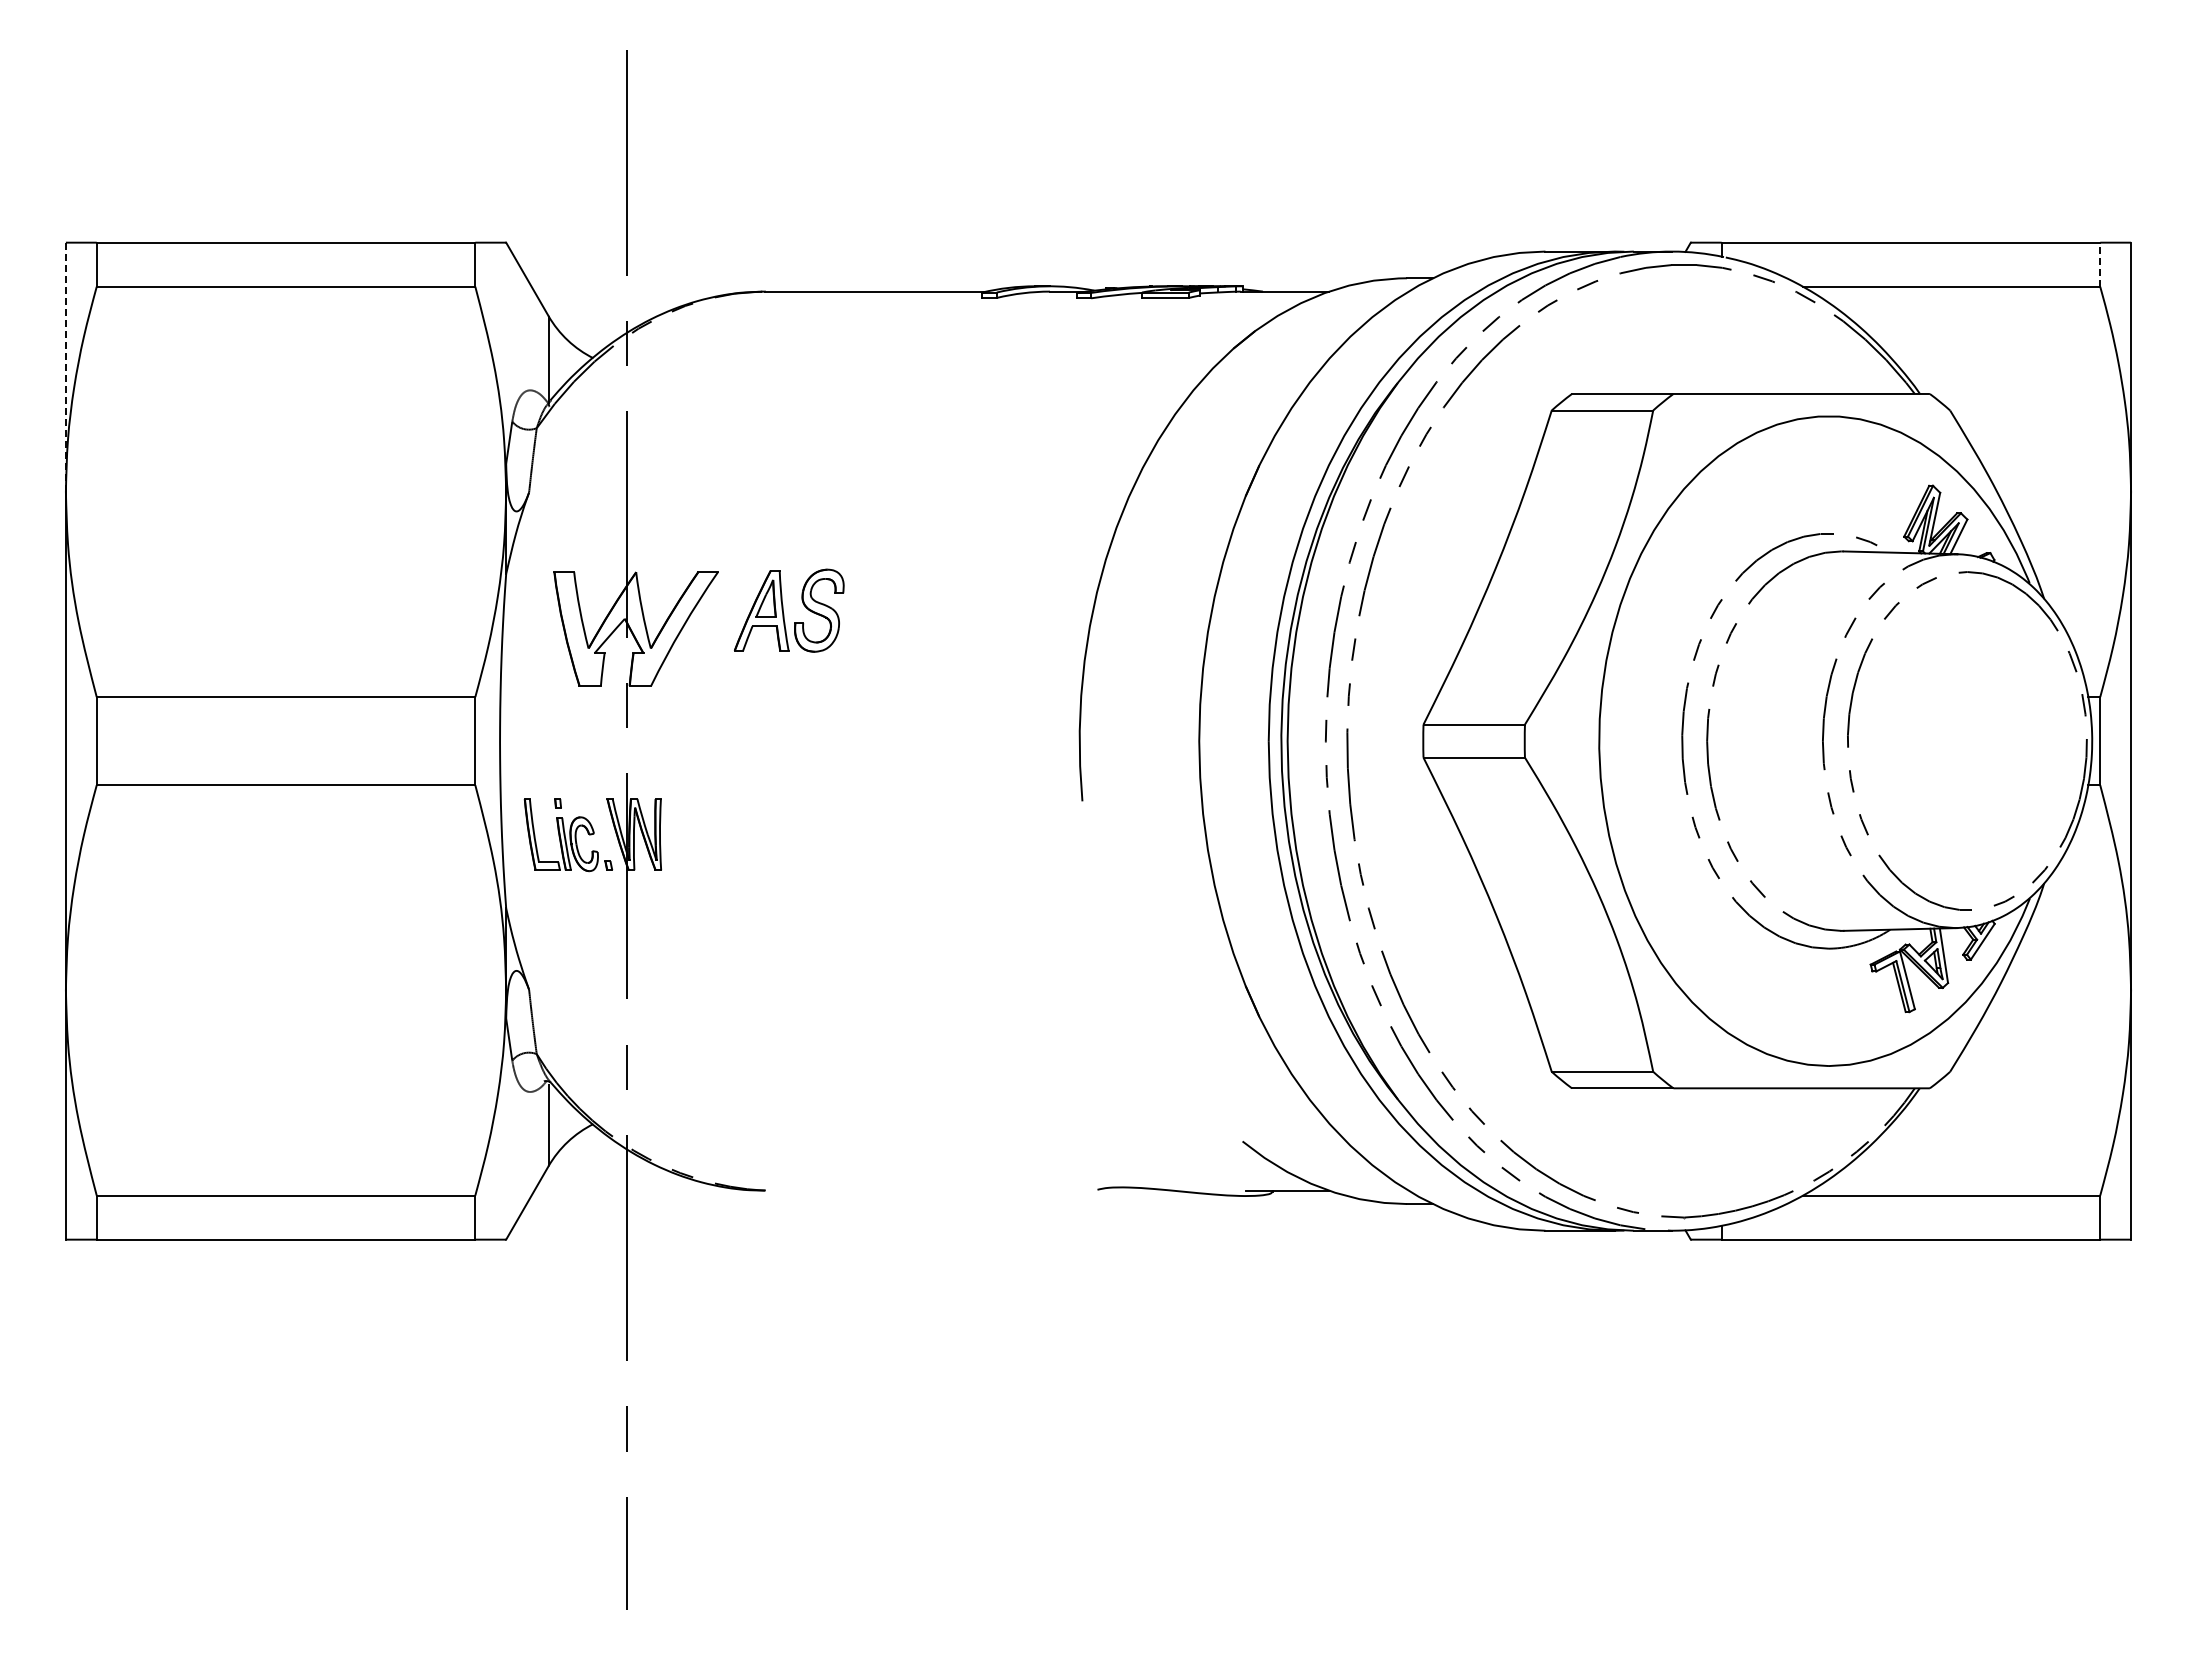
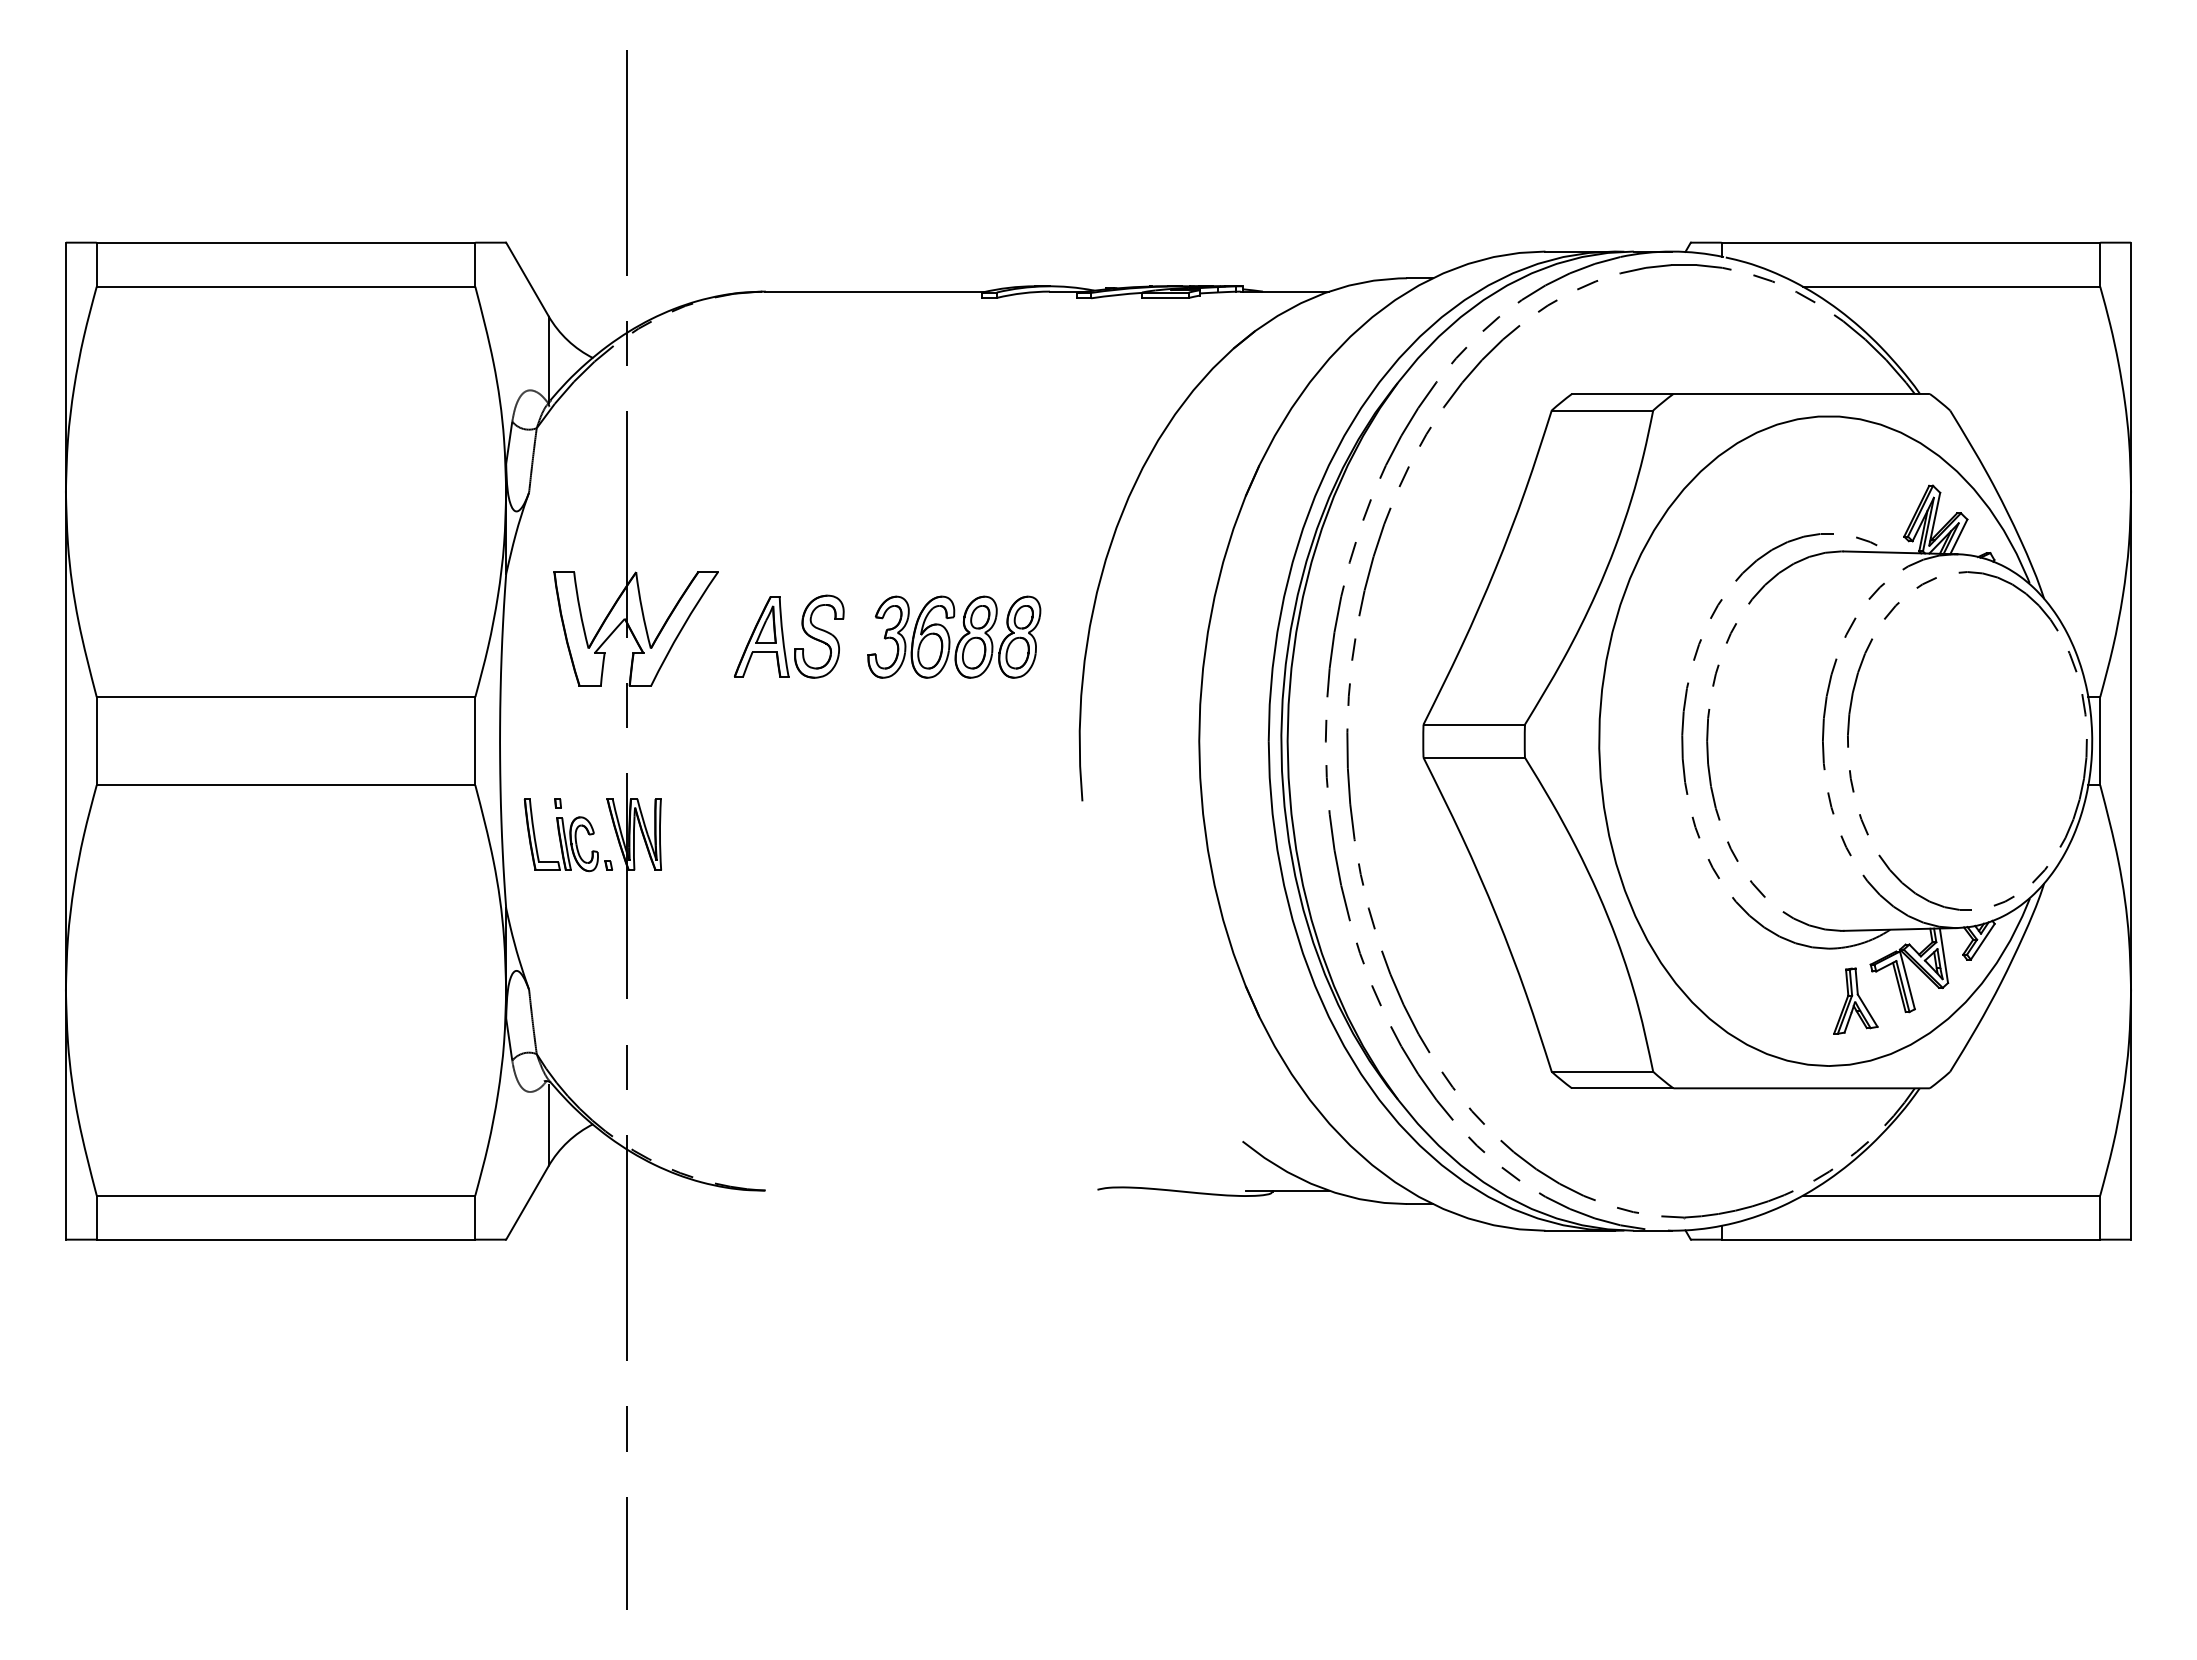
line at (2100, 264): dashed -> solid
line at (65, 367): dashed -> solid
part at (789, 610) position: (789, 610) -> (789, 636)
part at (954, 636): none -> present
part at (1855, 1000): none -> present
